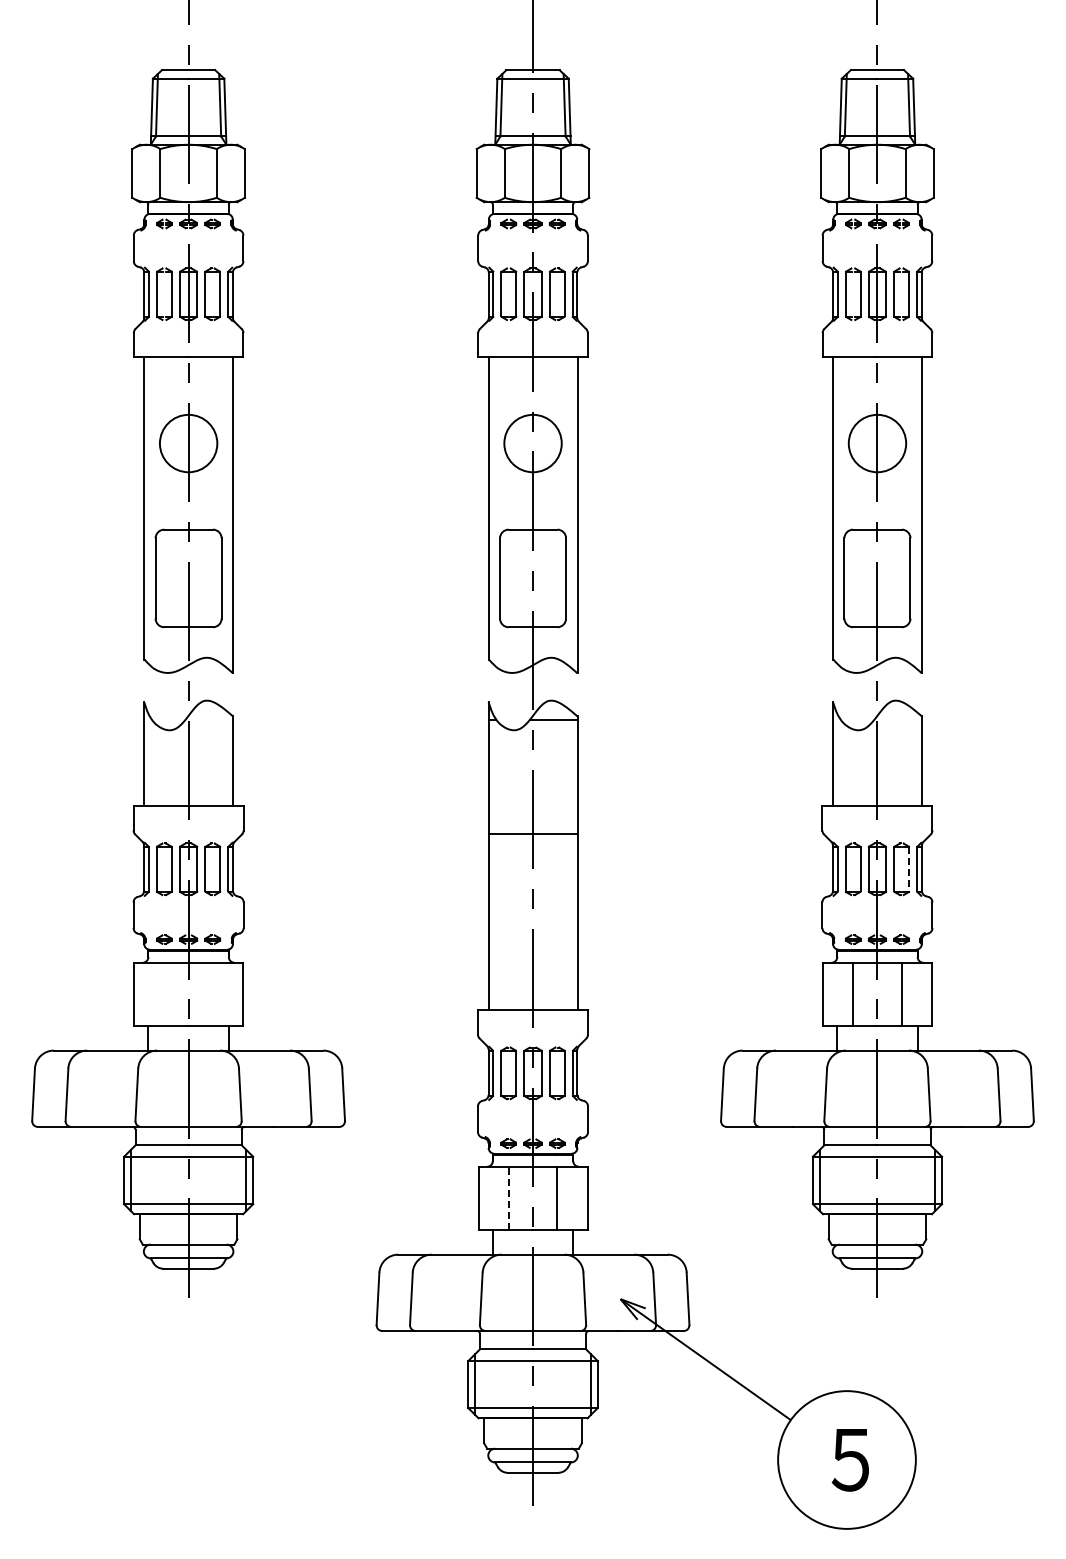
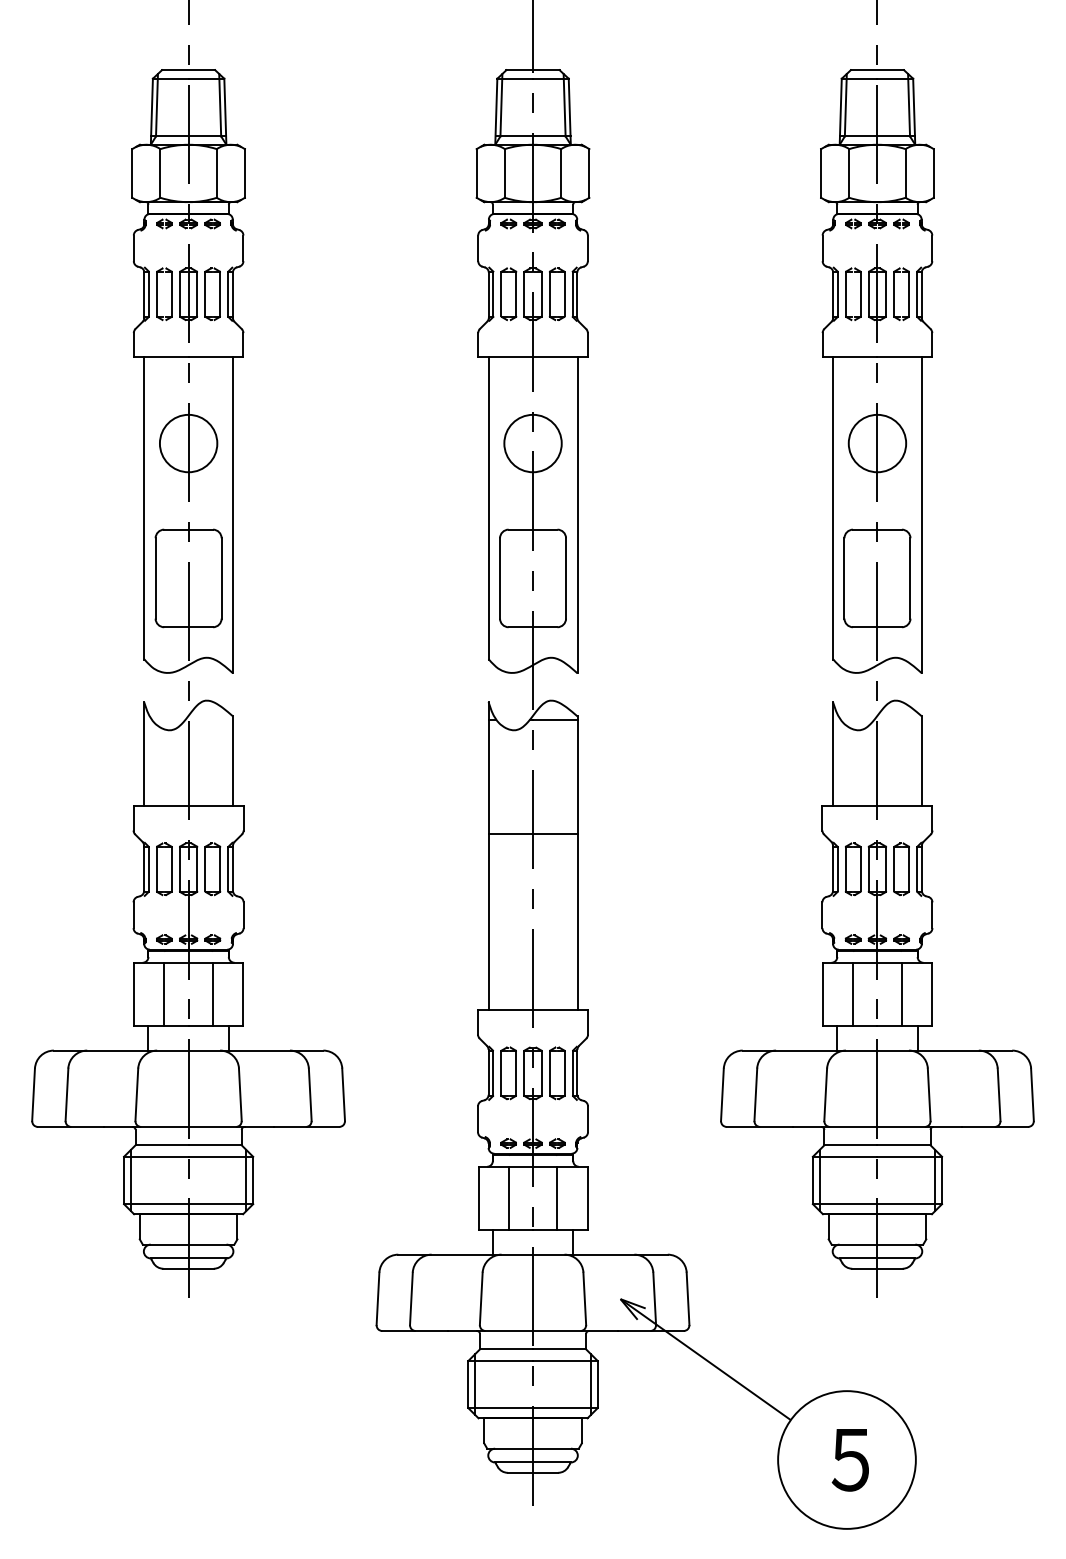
line at (909, 869): dashed -> solid
line at (164, 993): none -> present
line at (212, 993): none -> present
line at (508, 1198): dashed -> solid
